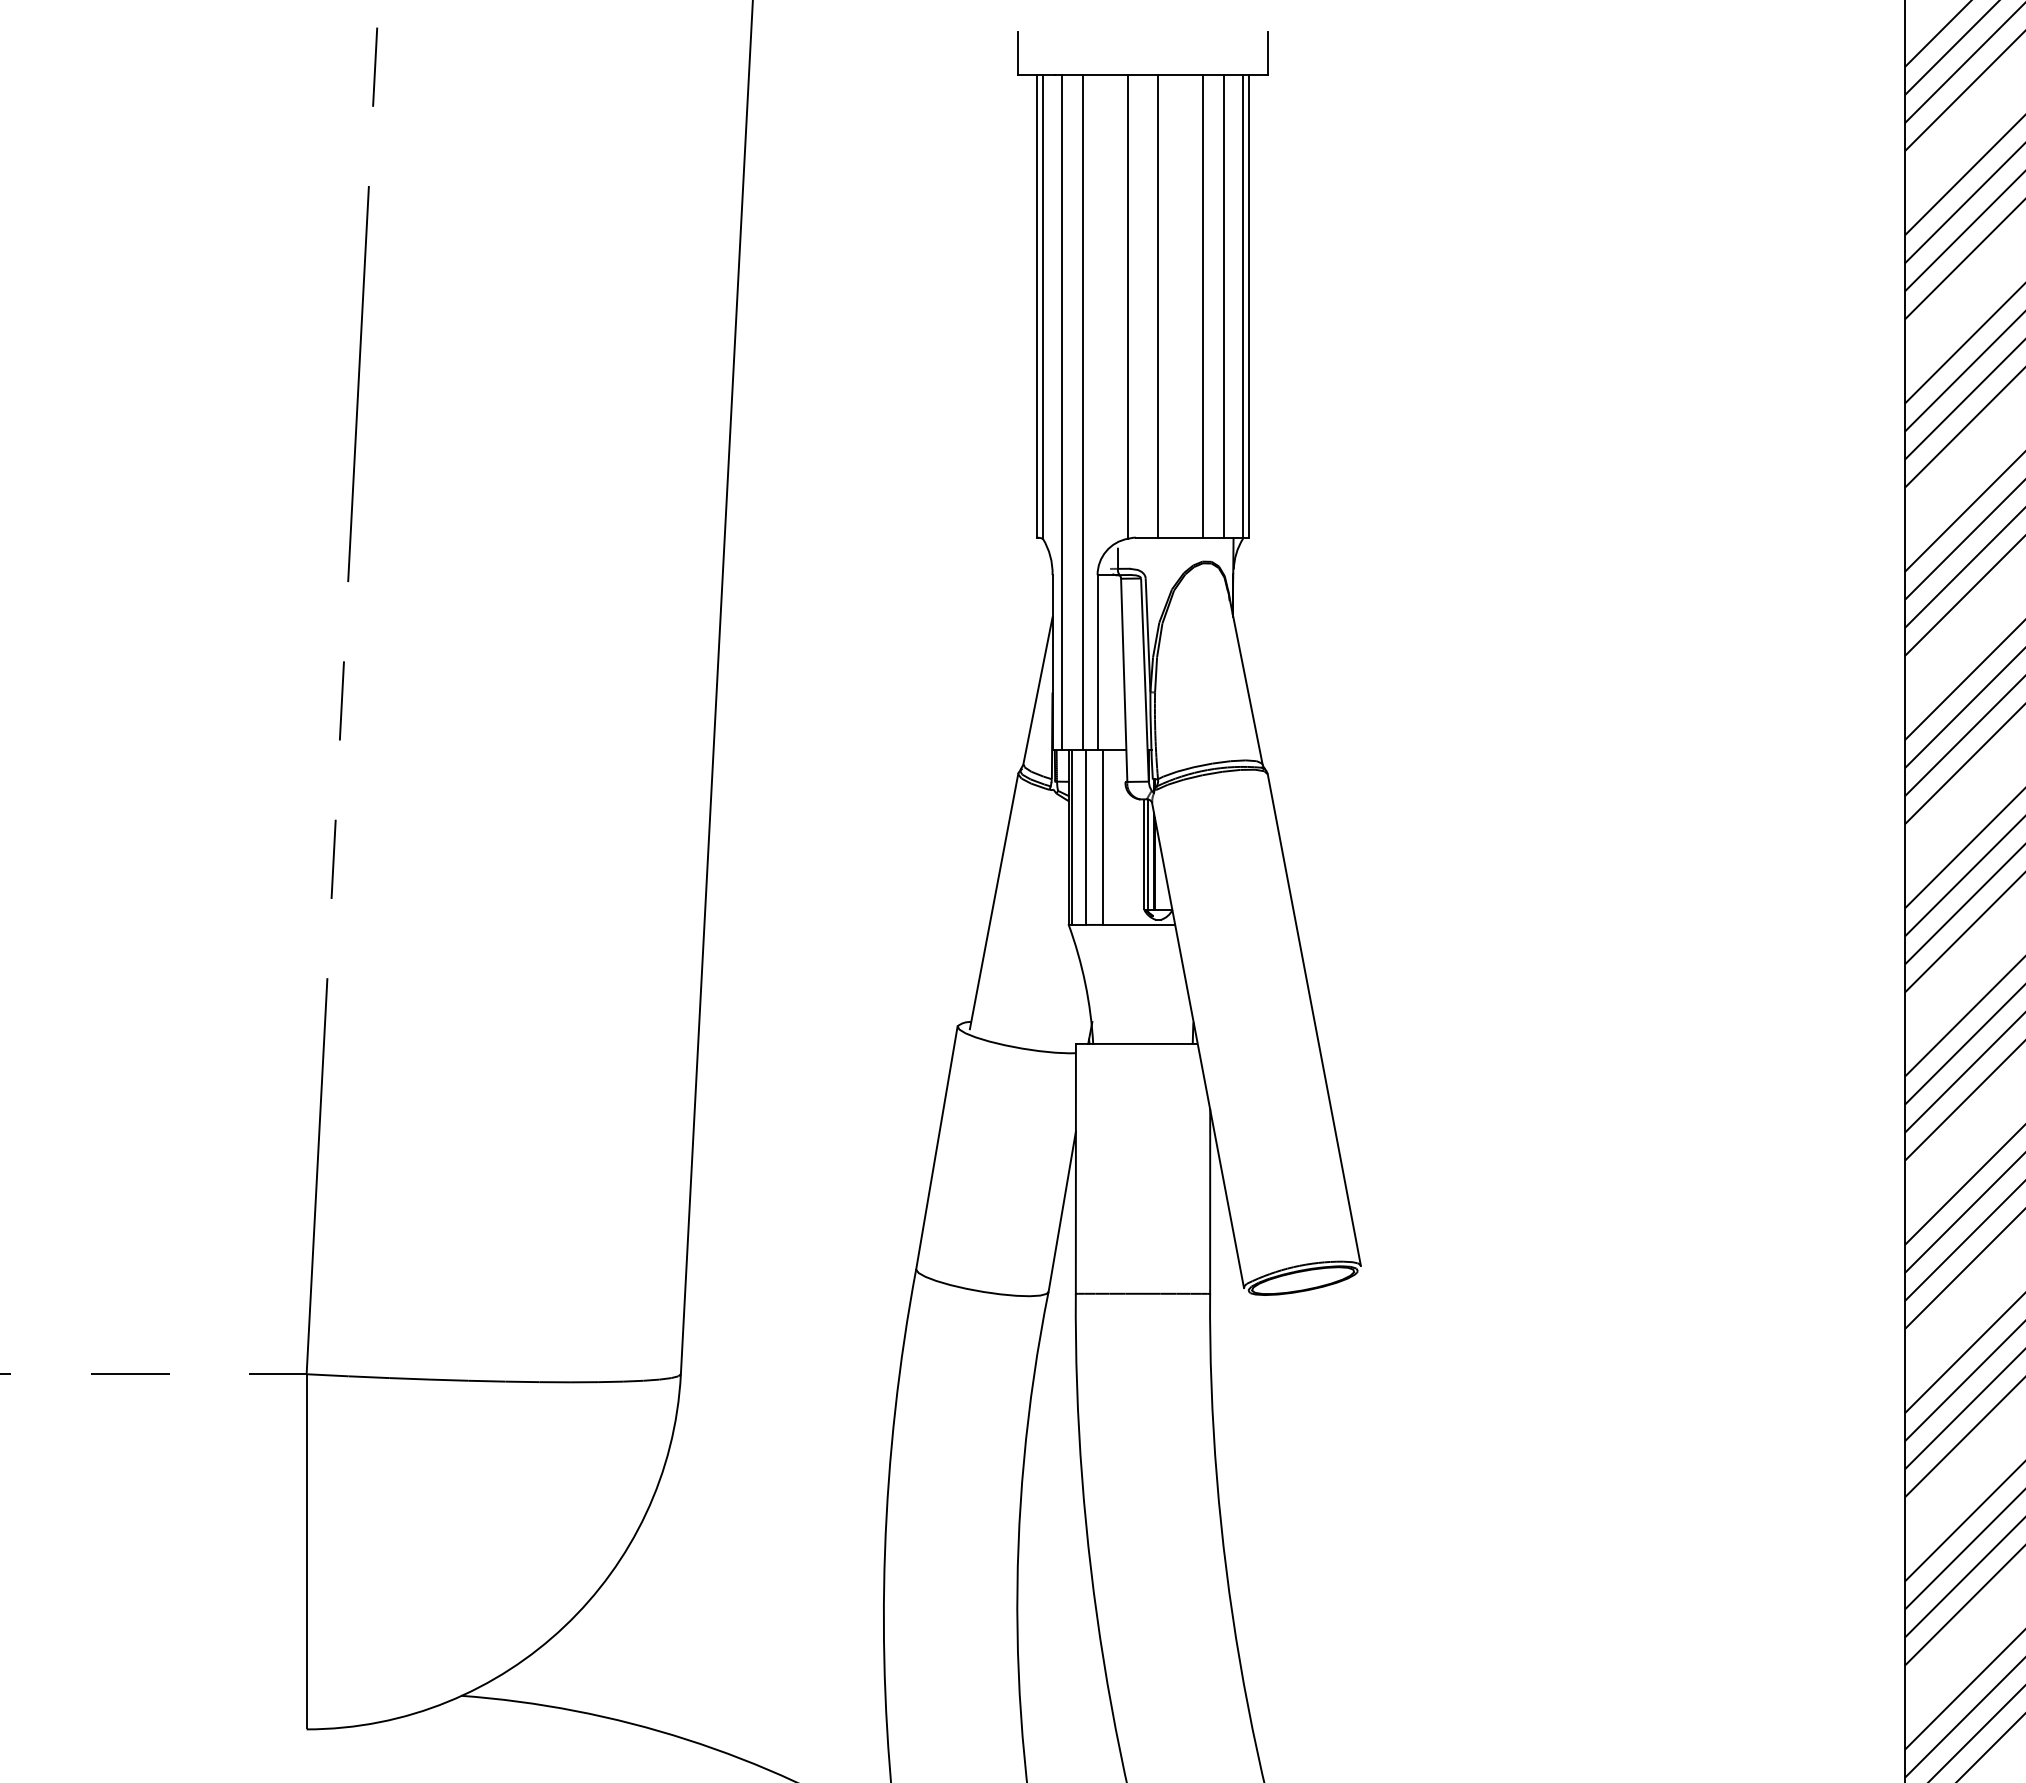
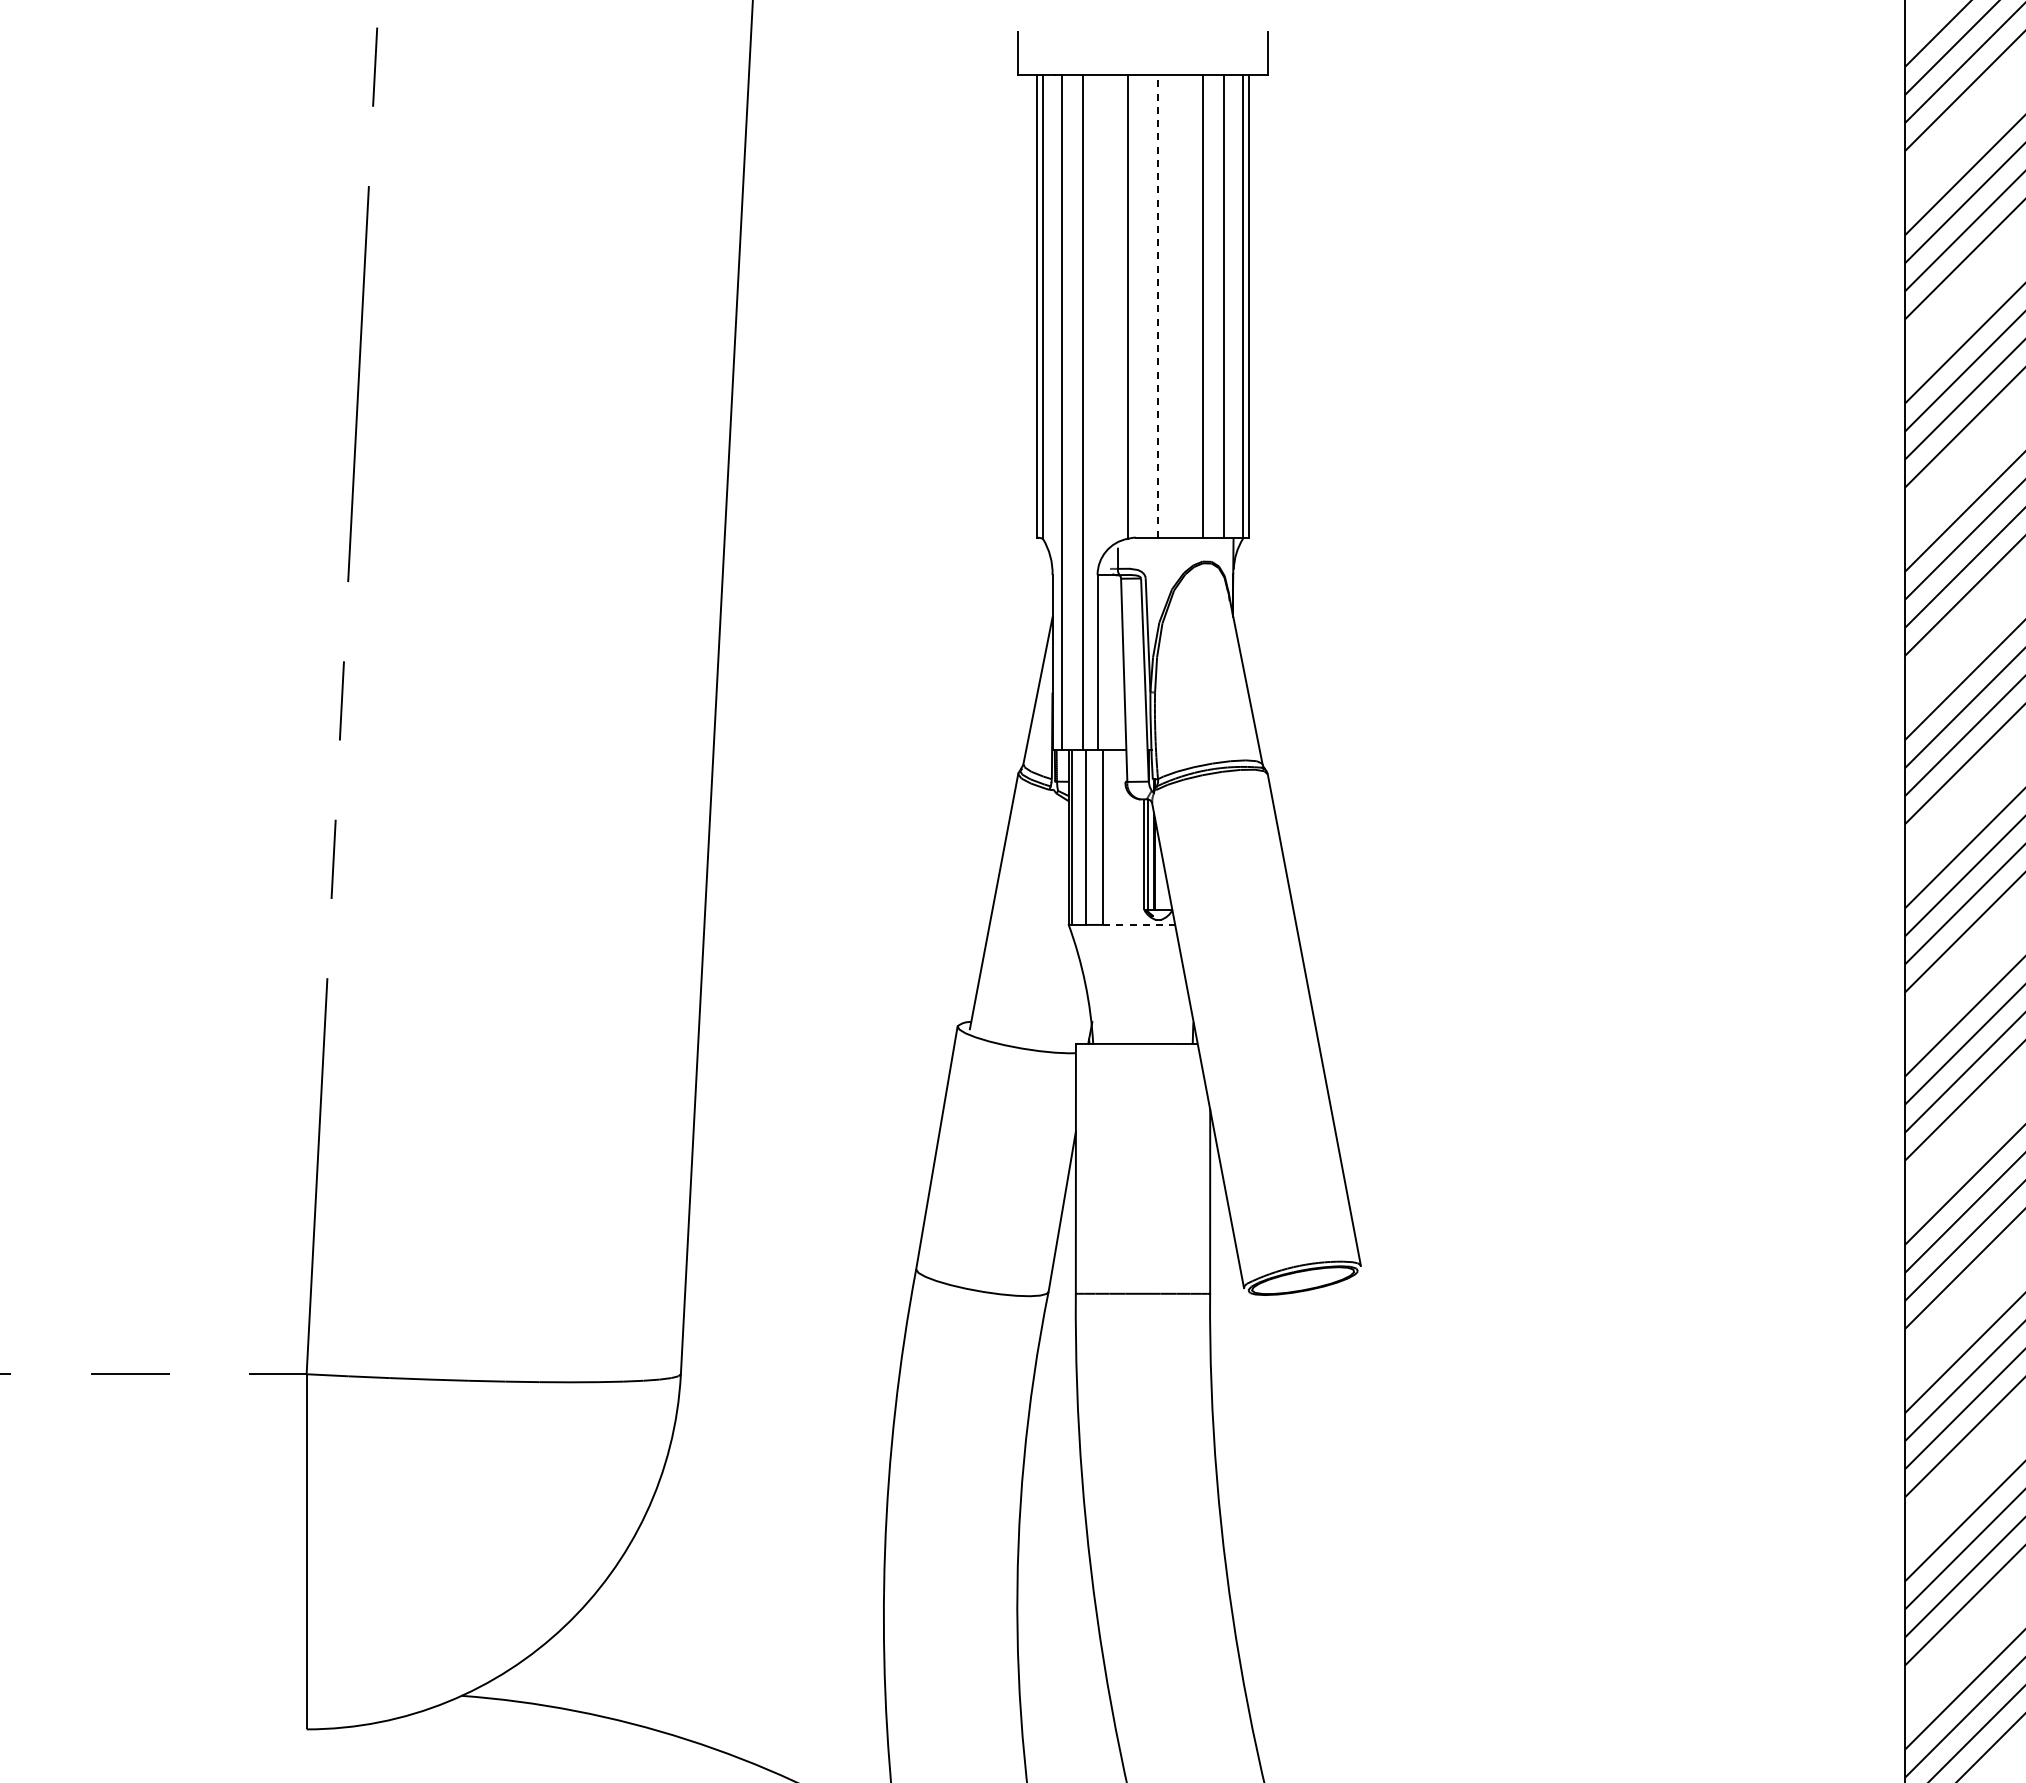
line at (1157, 306): solid -> dashed
line at (1139, 924): solid -> dashed
